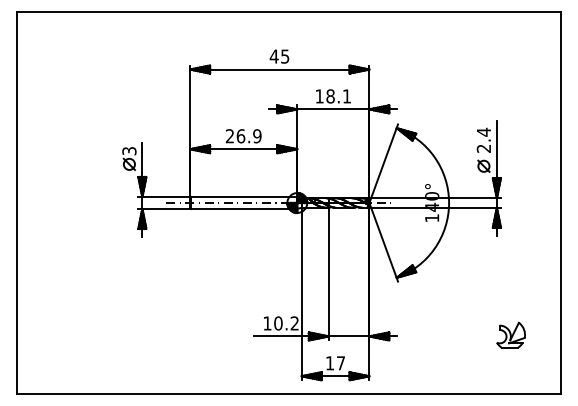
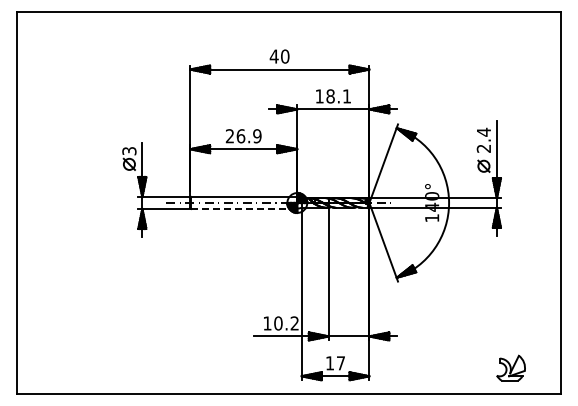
text at (285, 56): 45 -> 40
line at (244, 208): solid -> dashed
part at (510, 334) position: (510, 334) -> (510, 367)
